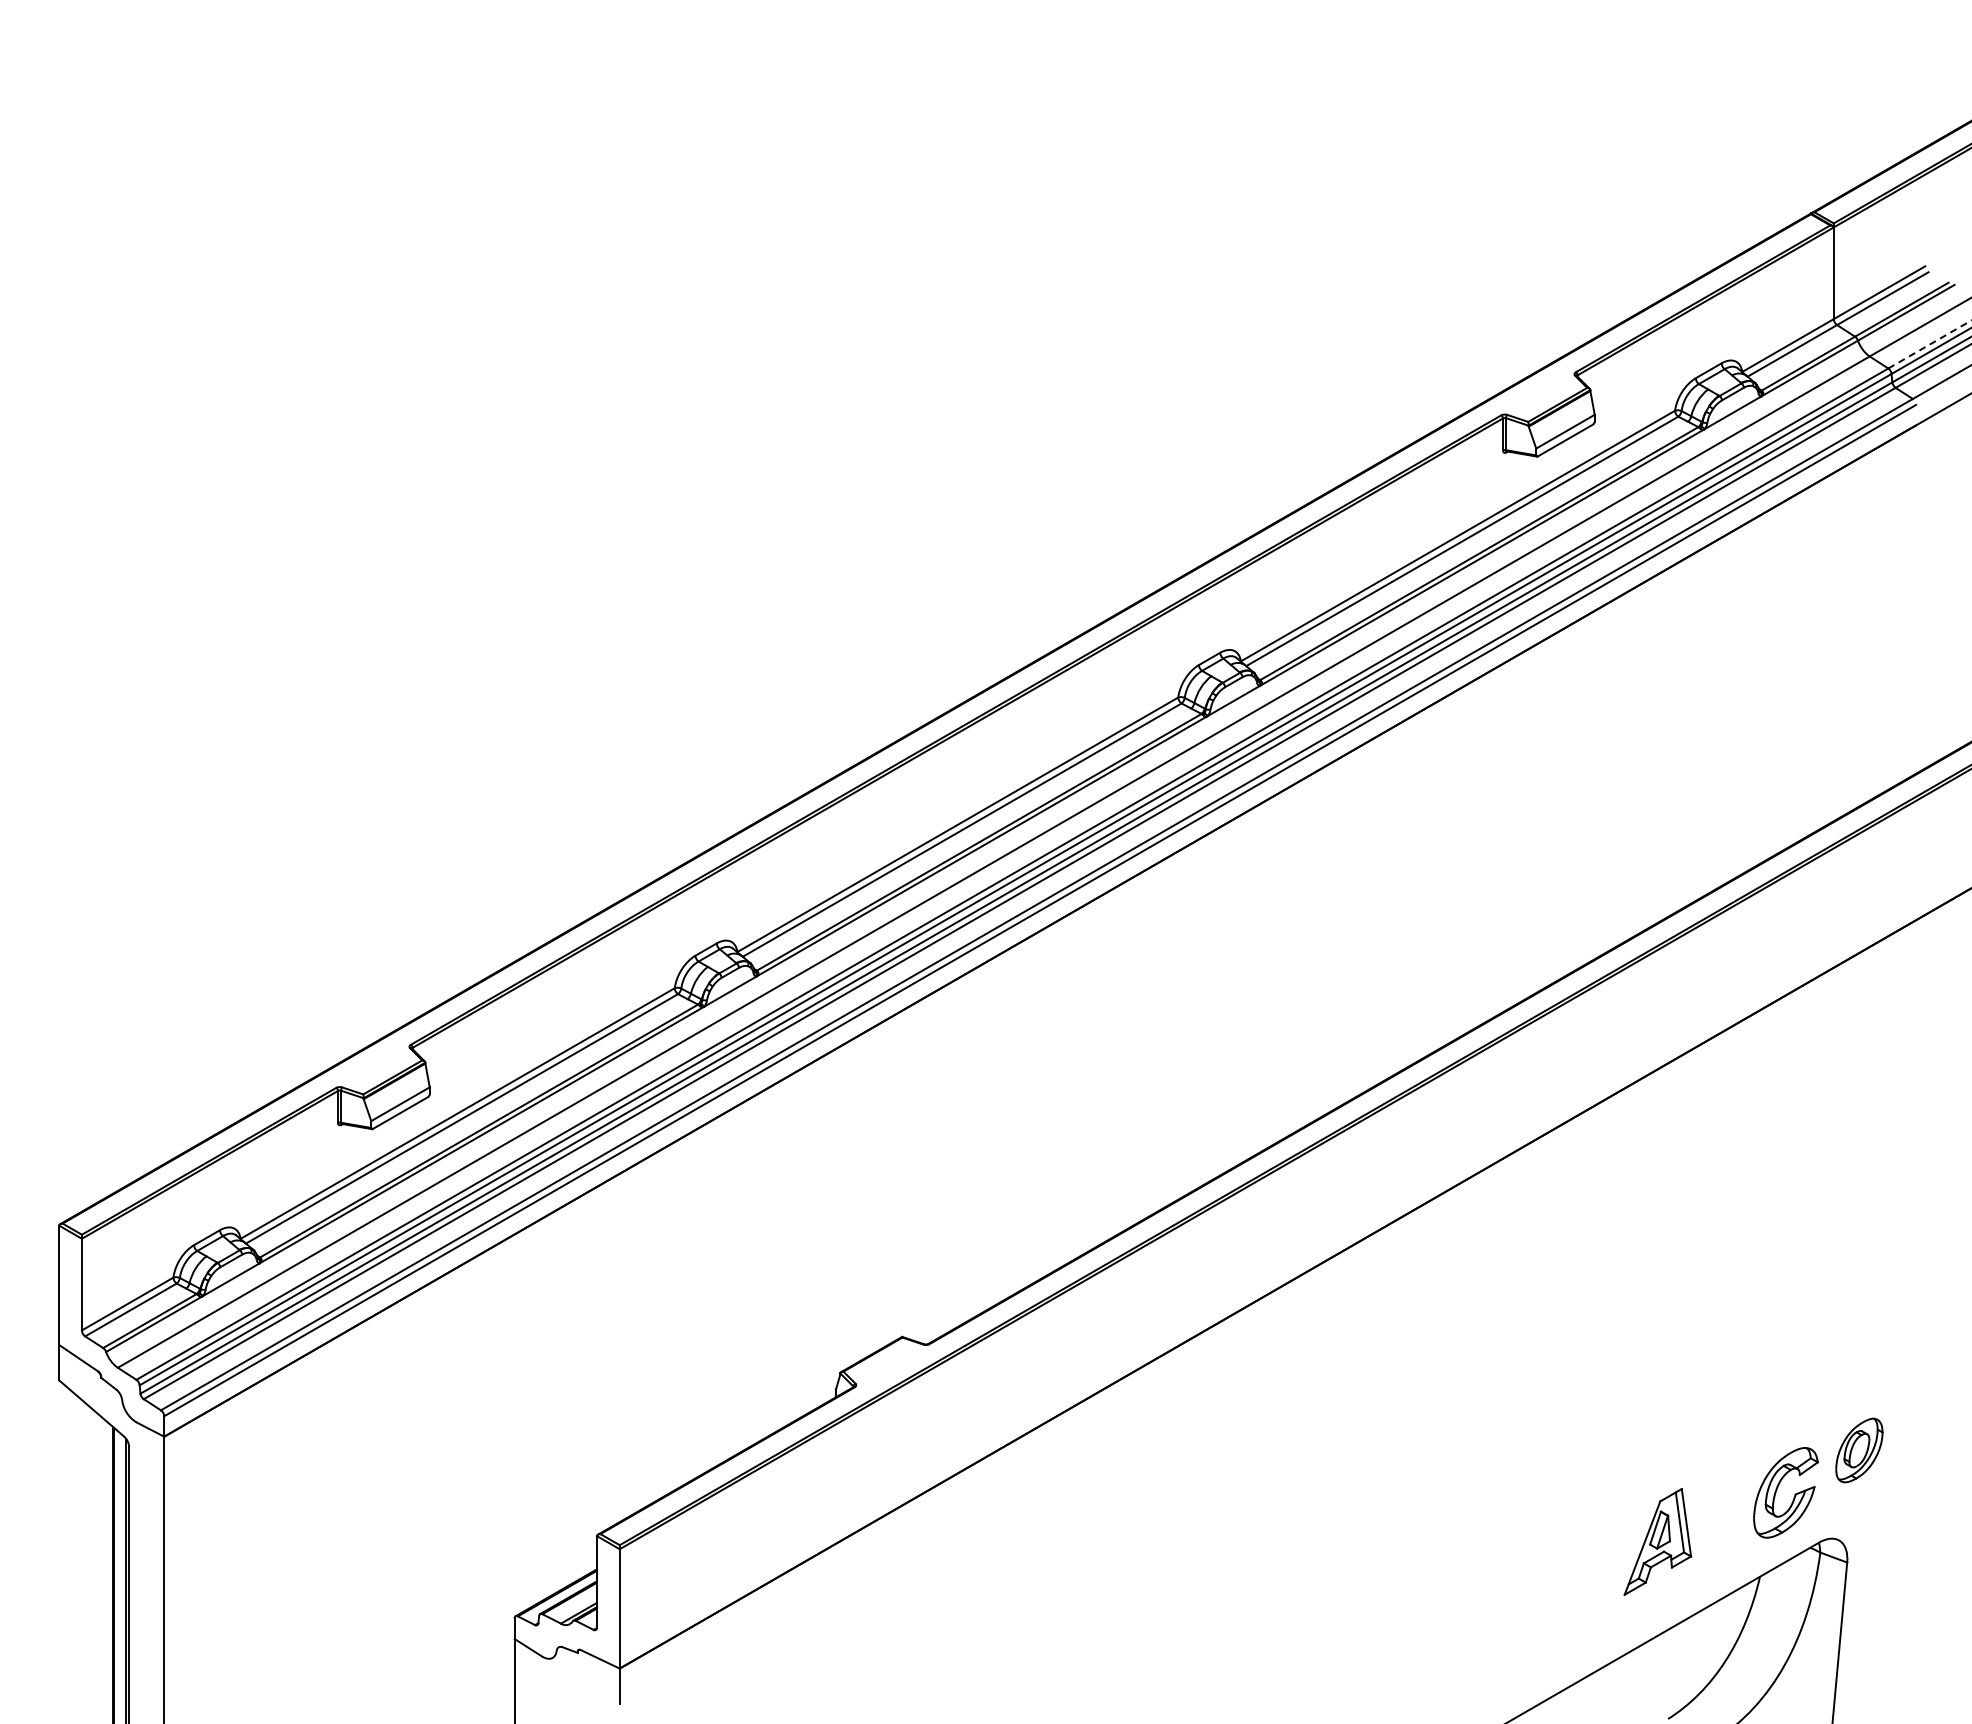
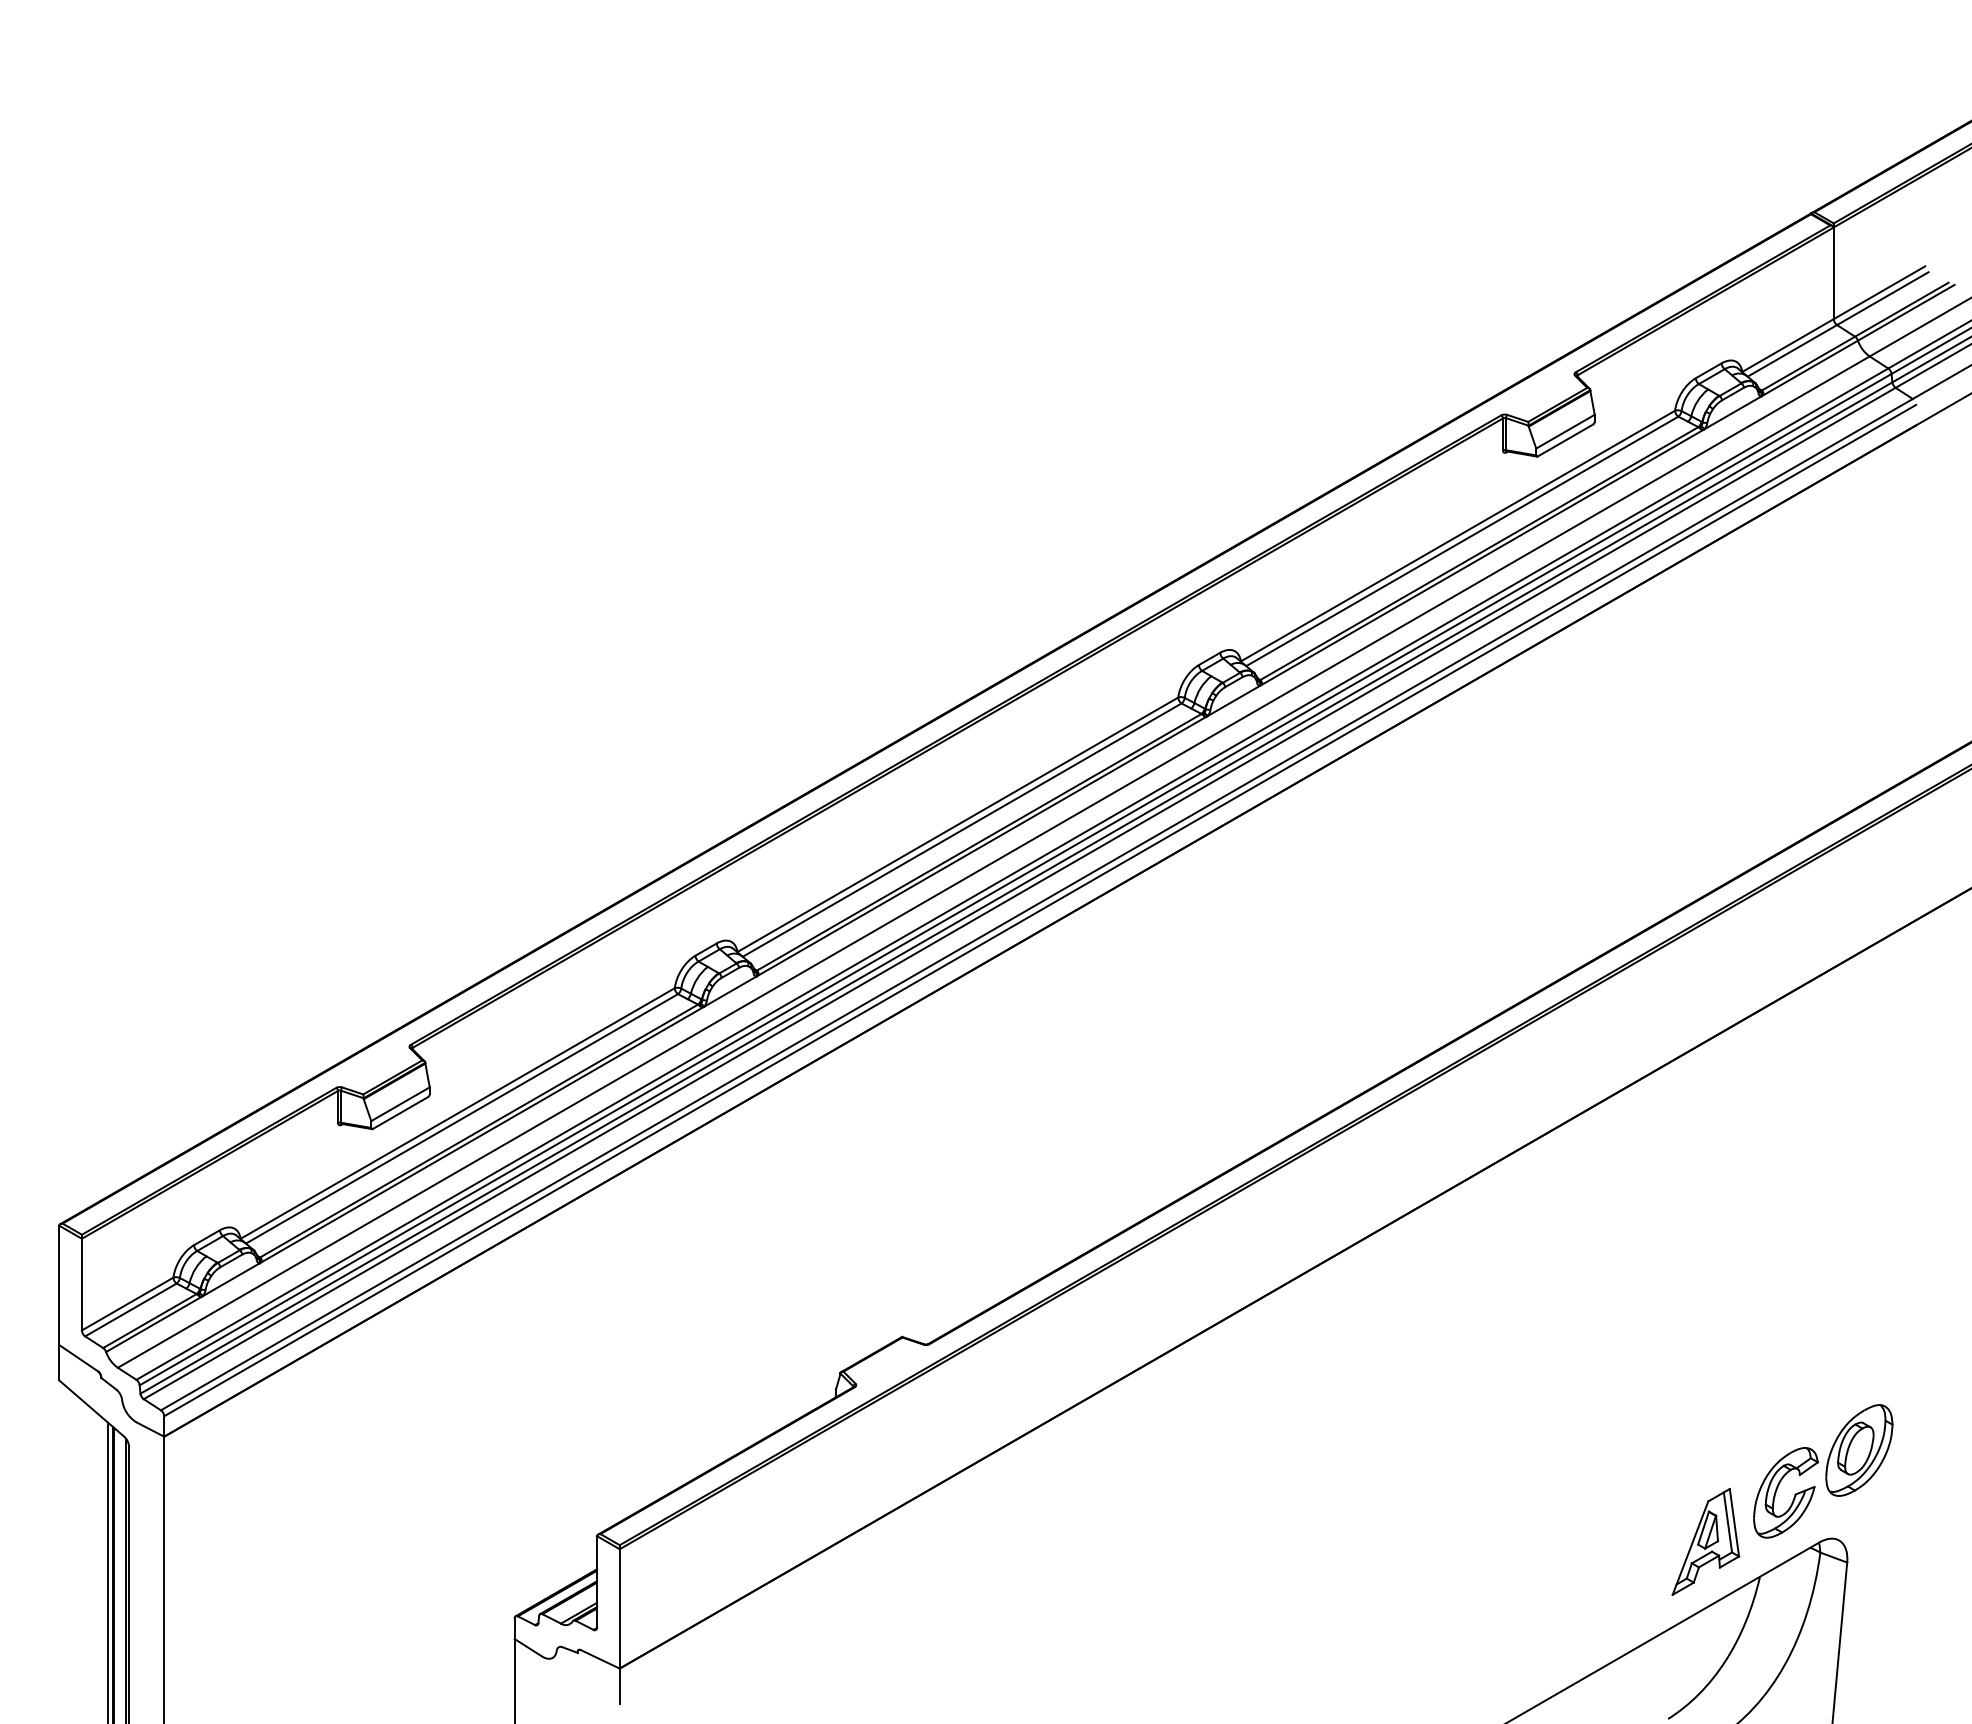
line at (1929, 344): dashed -> solid
part at (1859, 1450) size: 49x67 px -> 69x93 px
part at (1657, 1541) position: (1657, 1541) -> (1705, 1541)
line at (108, 1571): none -> present
